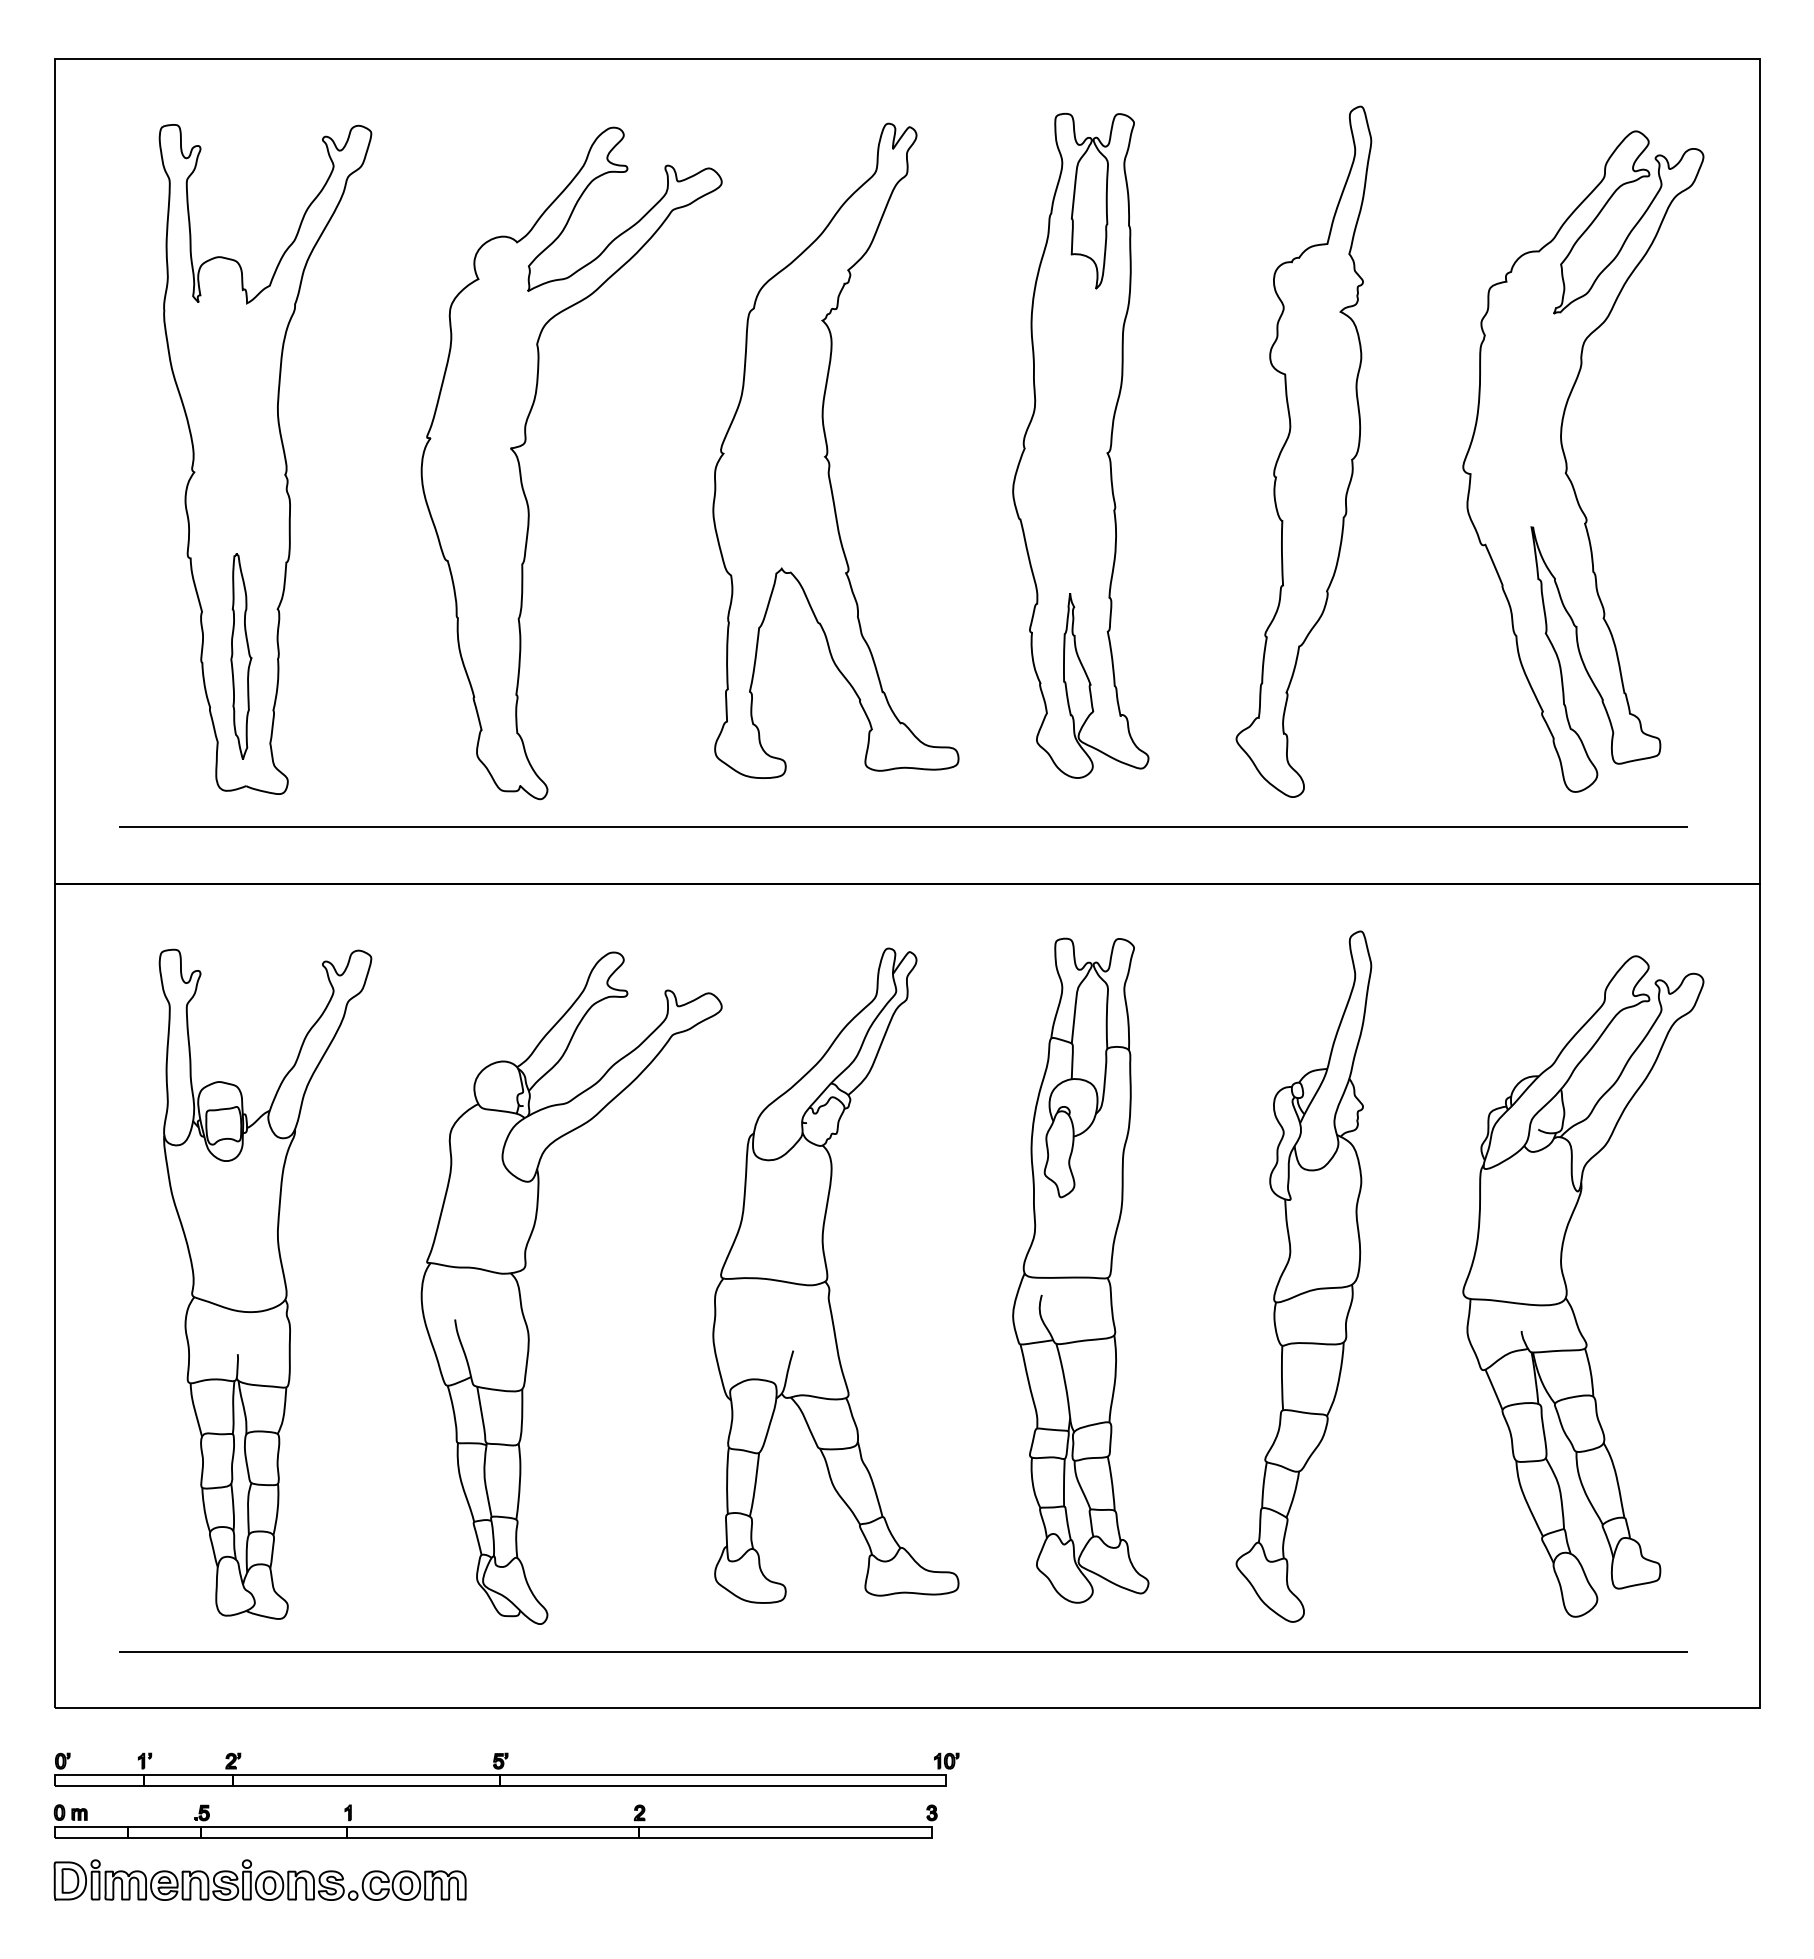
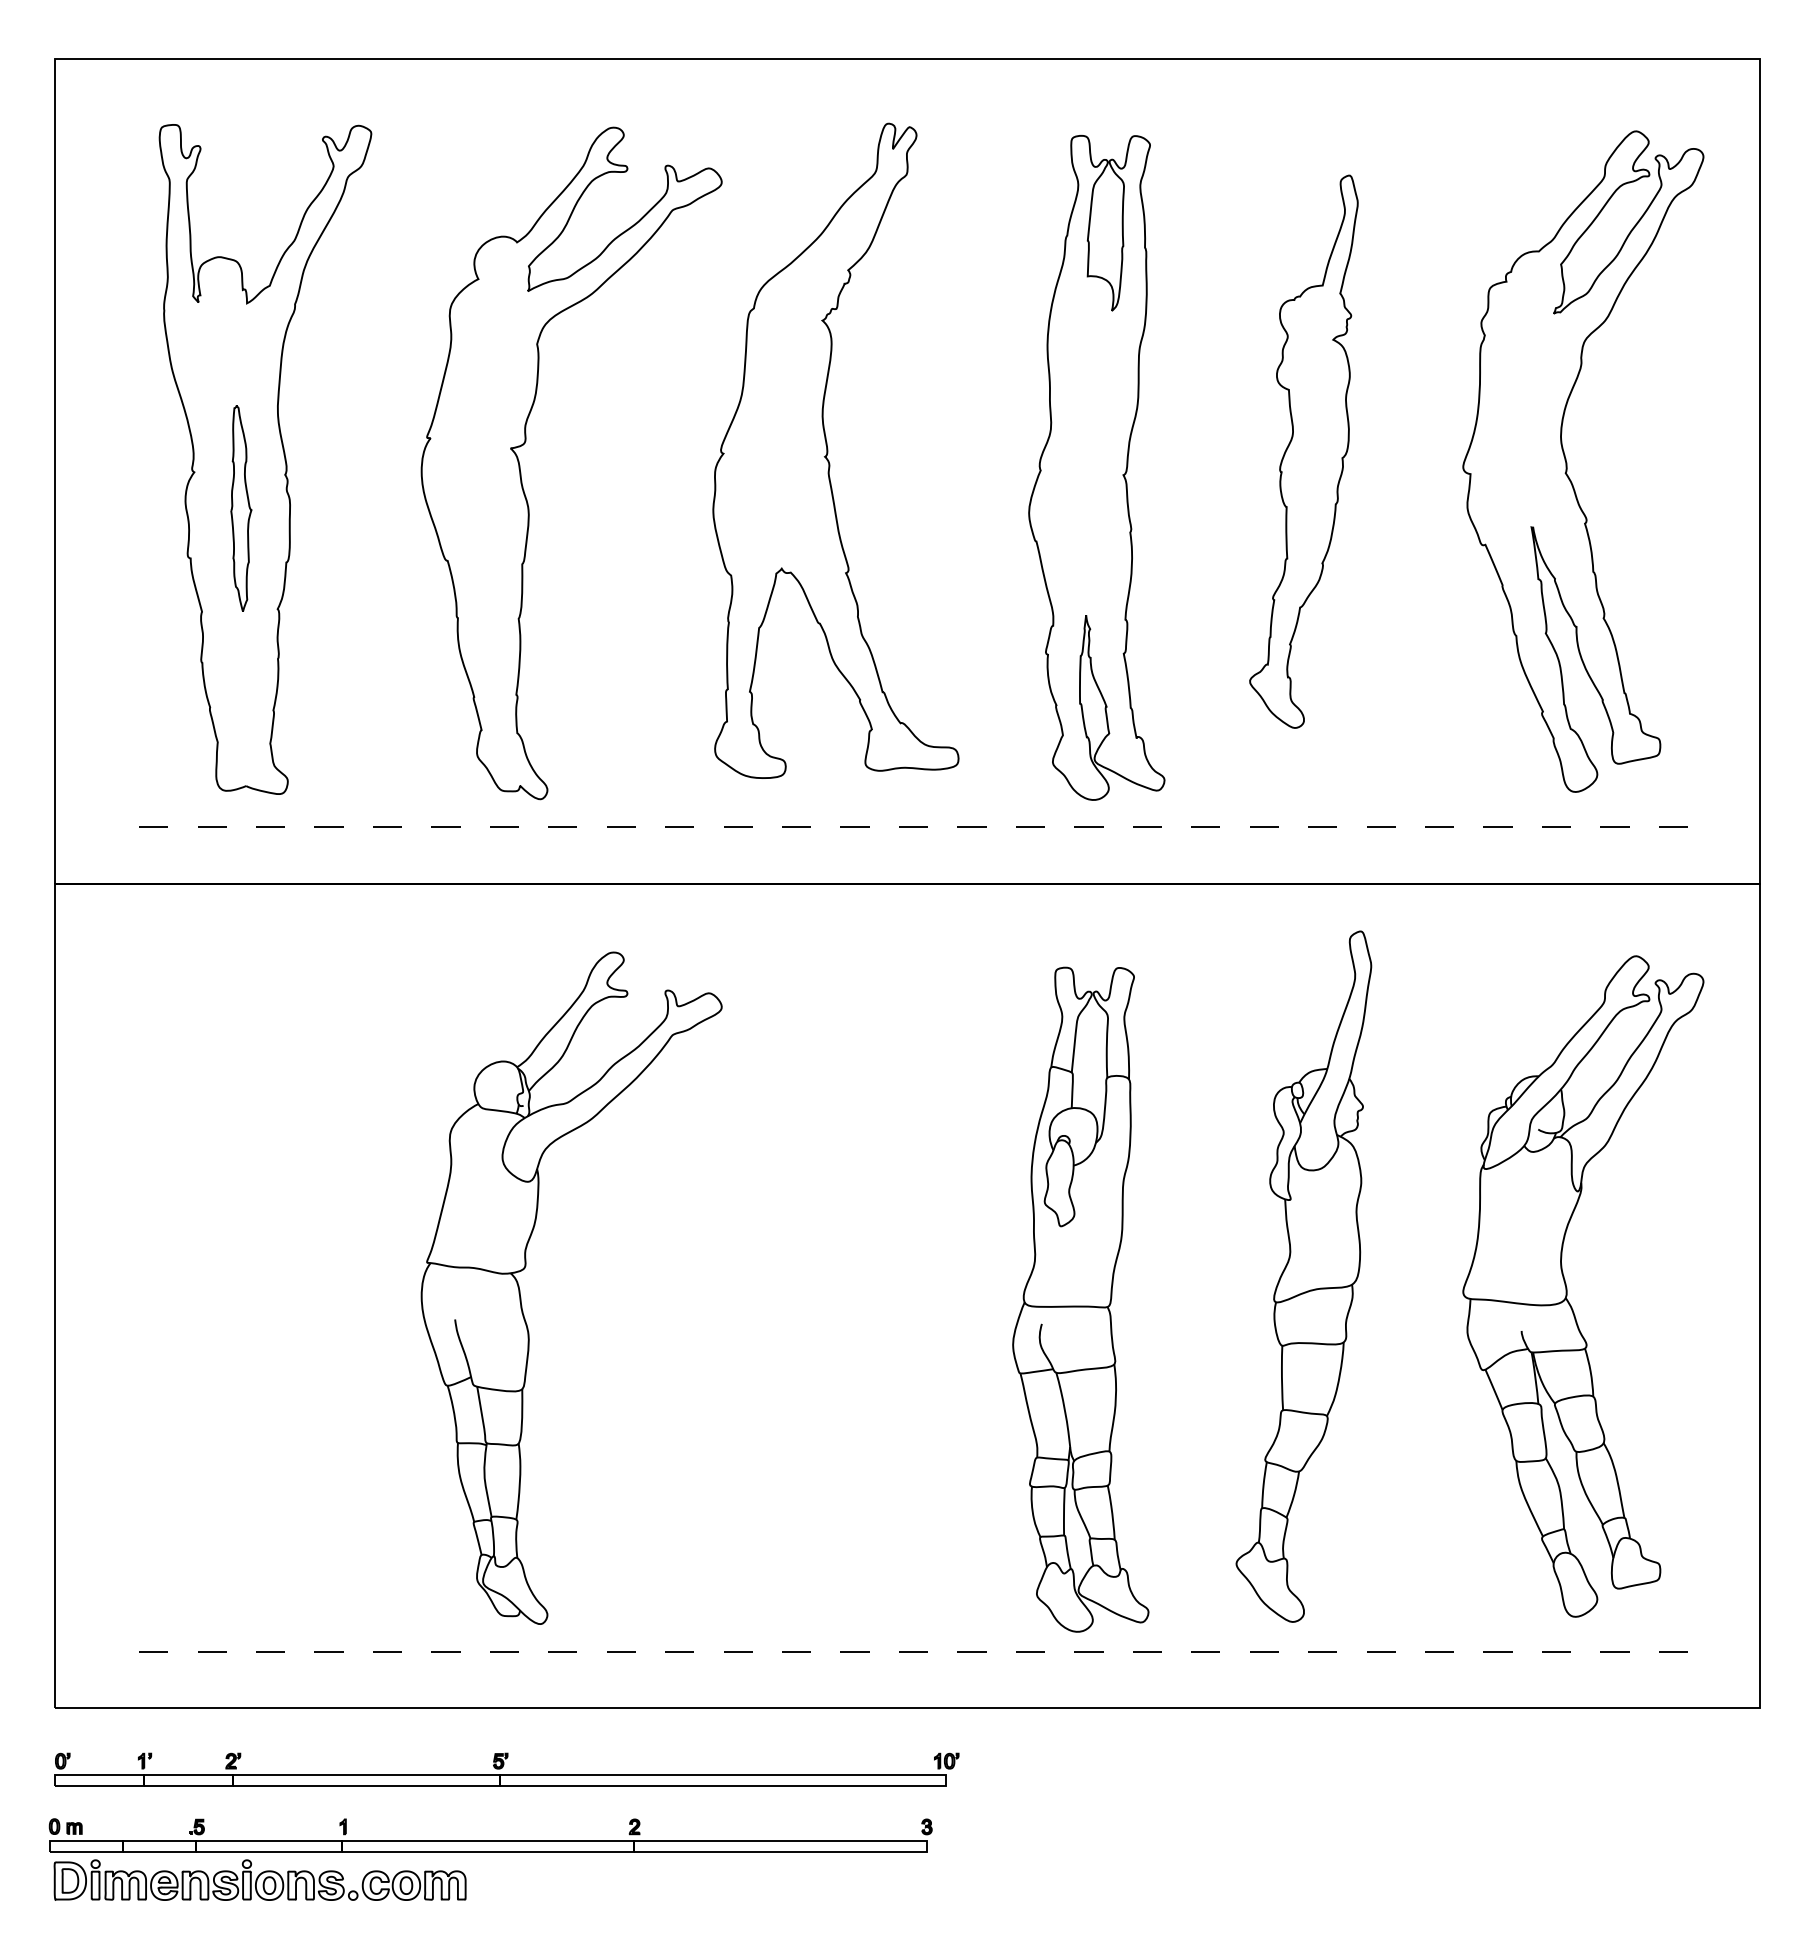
part at (1080, 445) position: (1080, 445) -> (1096, 467)
part at (1303, 451) size: 138x693 px -> 110x555 px
part at (241, 656) position: (241, 656) -> (241, 508)
line at (903, 826): solid -> dashed
part at (1080, 1270) position: (1080, 1270) -> (1080, 1299)
part at (828, 1275): present -> none
part at (265, 1283): present -> none
line at (903, 1651): solid -> dashed
part at (495, 1821) position: (495, 1821) -> (490, 1835)
